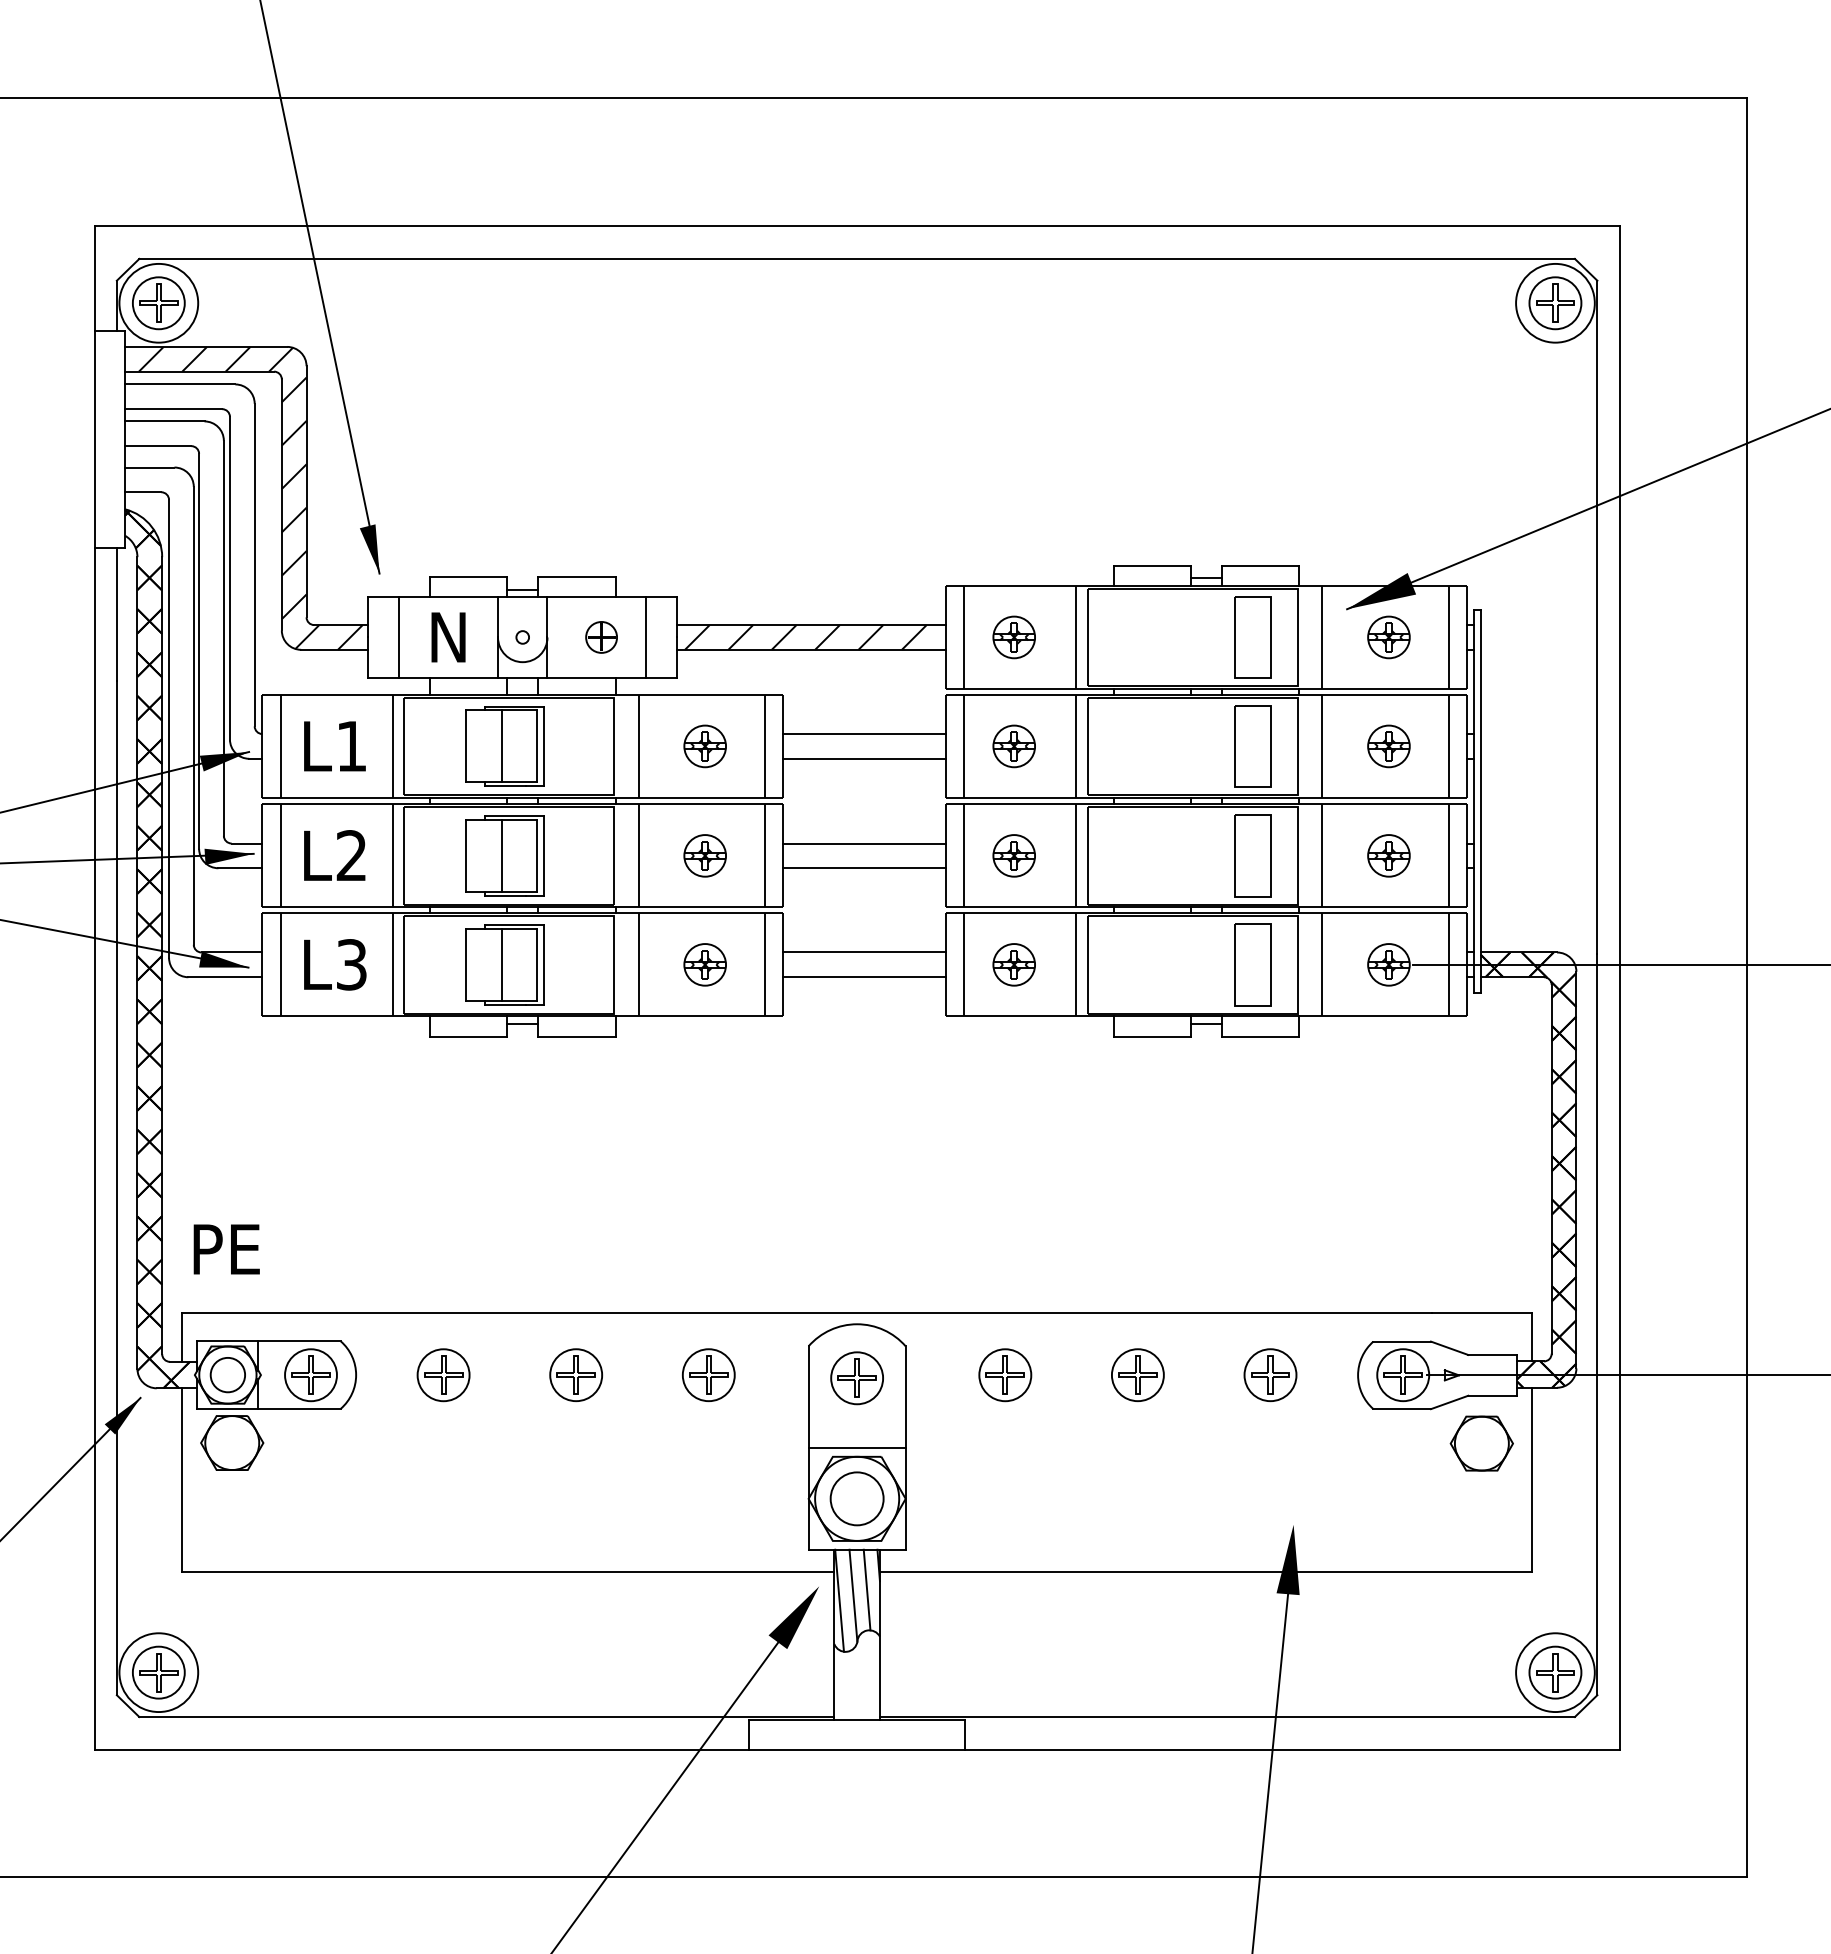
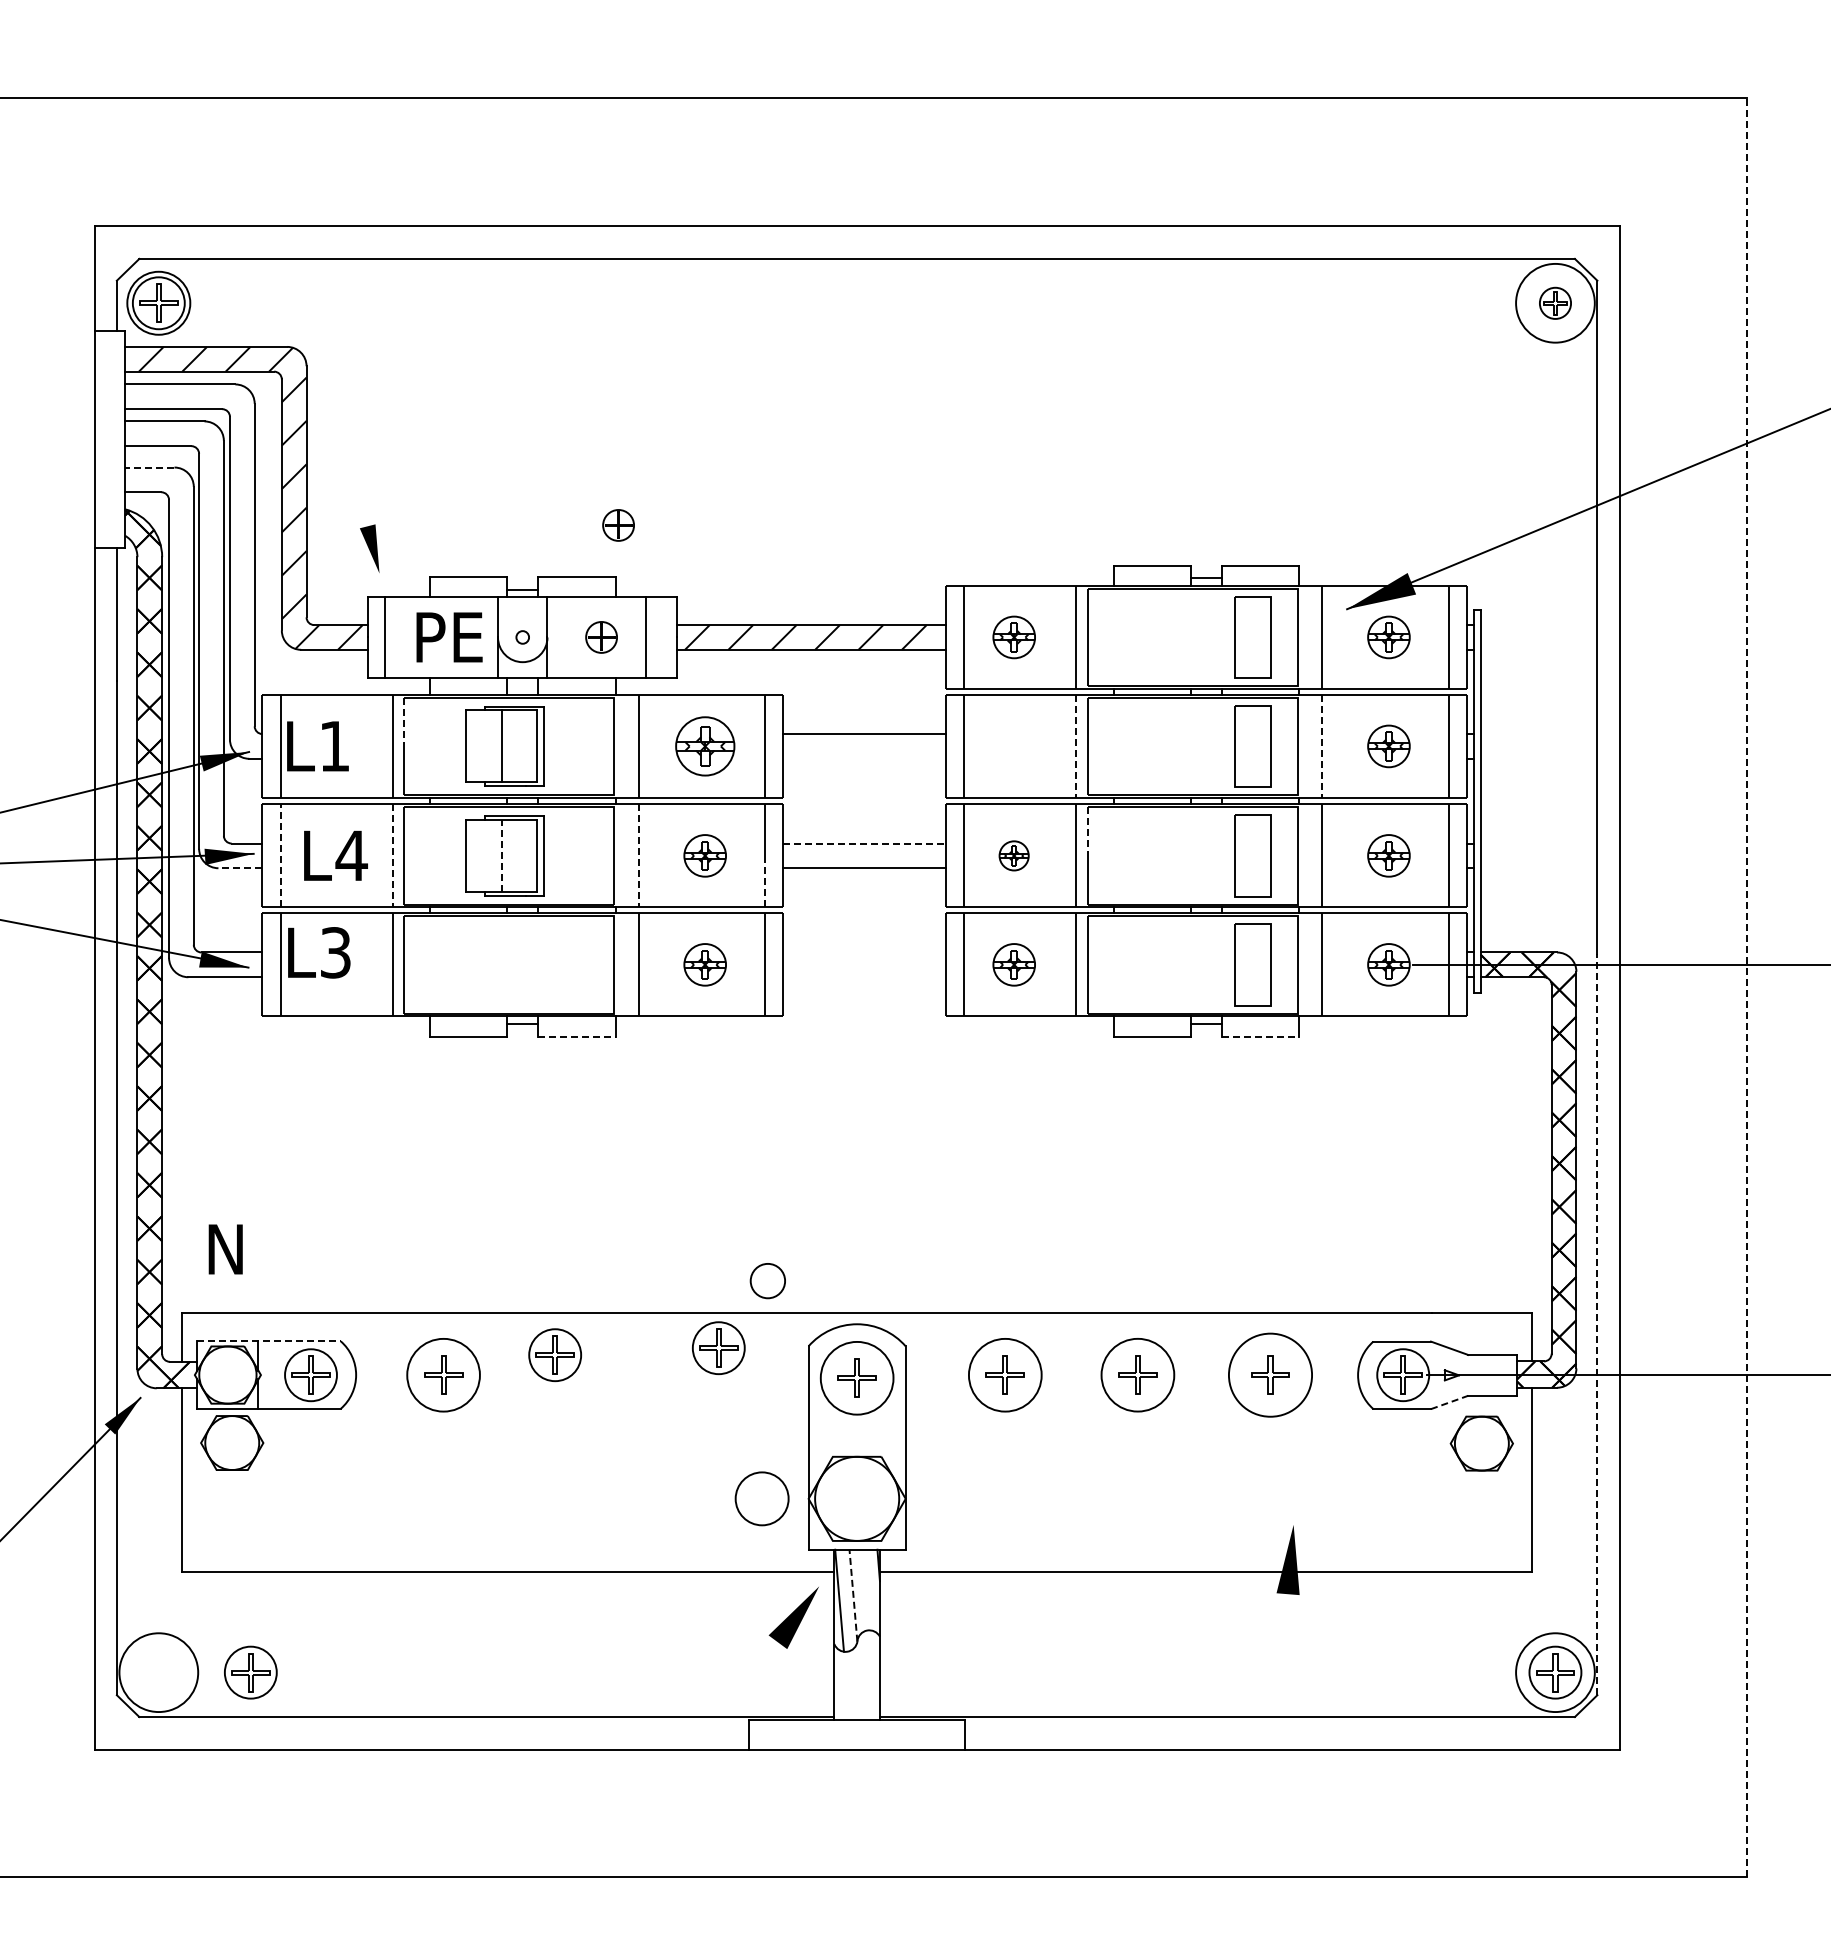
line at (319, 287): present -> none
circle at (158, 302) diameter: 79 px -> 63 px
part at (1555, 303) size: 55x55 px -> 33x34 px
line at (149, 467): solid -> dashed
part at (618, 525): none -> present
line at (399, 637) position: (399, 637) -> (385, 637)
text at (449, 637): N -> PE
line at (404, 722): solid -> dashed
text at (334, 746) position: (334, 746) -> (317, 746)
part at (704, 746) size: 44x45 px -> 61x61 px
part at (1013, 746): present -> none
line at (1076, 746): solid -> dashed
line at (1322, 746): solid -> dashed
line at (864, 758): present -> none
line at (1087, 832): solid -> dashed
line at (864, 843): solid -> dashed
line at (280, 855): solid -> dashed
text at (351, 855): L2 -> L4
line at (392, 855): solid -> dashed
line at (501, 855): solid -> dashed
line at (638, 855): solid -> dashed
part at (1013, 855) size: 44x44 px -> 32x32 px
line at (240, 868): solid -> dashed
line at (764, 881): solid -> dashed
line at (864, 952): present -> none
text at (335, 964) position: (335, 964) -> (319, 952)
part at (504, 964): present -> none
line at (864, 977): present -> none
line at (1746, 987): solid -> dashed
line at (576, 1036): solid -> dashed
line at (1260, 1036): solid -> dashed
text at (226, 1249): PE -> N
line at (1597, 1324): solid -> dashed
line at (268, 1341): solid -> dashed
circle at (227, 1375) position: (227, 1375) -> (767, 1281)
circle at (443, 1375) diameter: 52 px -> 73 px
part at (576, 1375) position: (576, 1375) -> (555, 1355)
part at (708, 1375) position: (708, 1375) -> (718, 1348)
circle at (1005, 1375) diameter: 52 px -> 73 px
circle at (1137, 1375) diameter: 52 px -> 73 px
circle at (1270, 1375) diameter: 52 px -> 83 px
circle at (857, 1378) diameter: 52 px -> 73 px
line at (1449, 1402): solid -> dashed
line at (856, 1448): present -> none
circle at (856, 1498) position: (856, 1498) -> (761, 1498)
line at (866, 1589): present -> none
line at (853, 1595): solid -> dashed
part at (158, 1672) position: (158, 1672) -> (250, 1672)
line at (1270, 1772): present -> none
line at (666, 1795): present -> none
